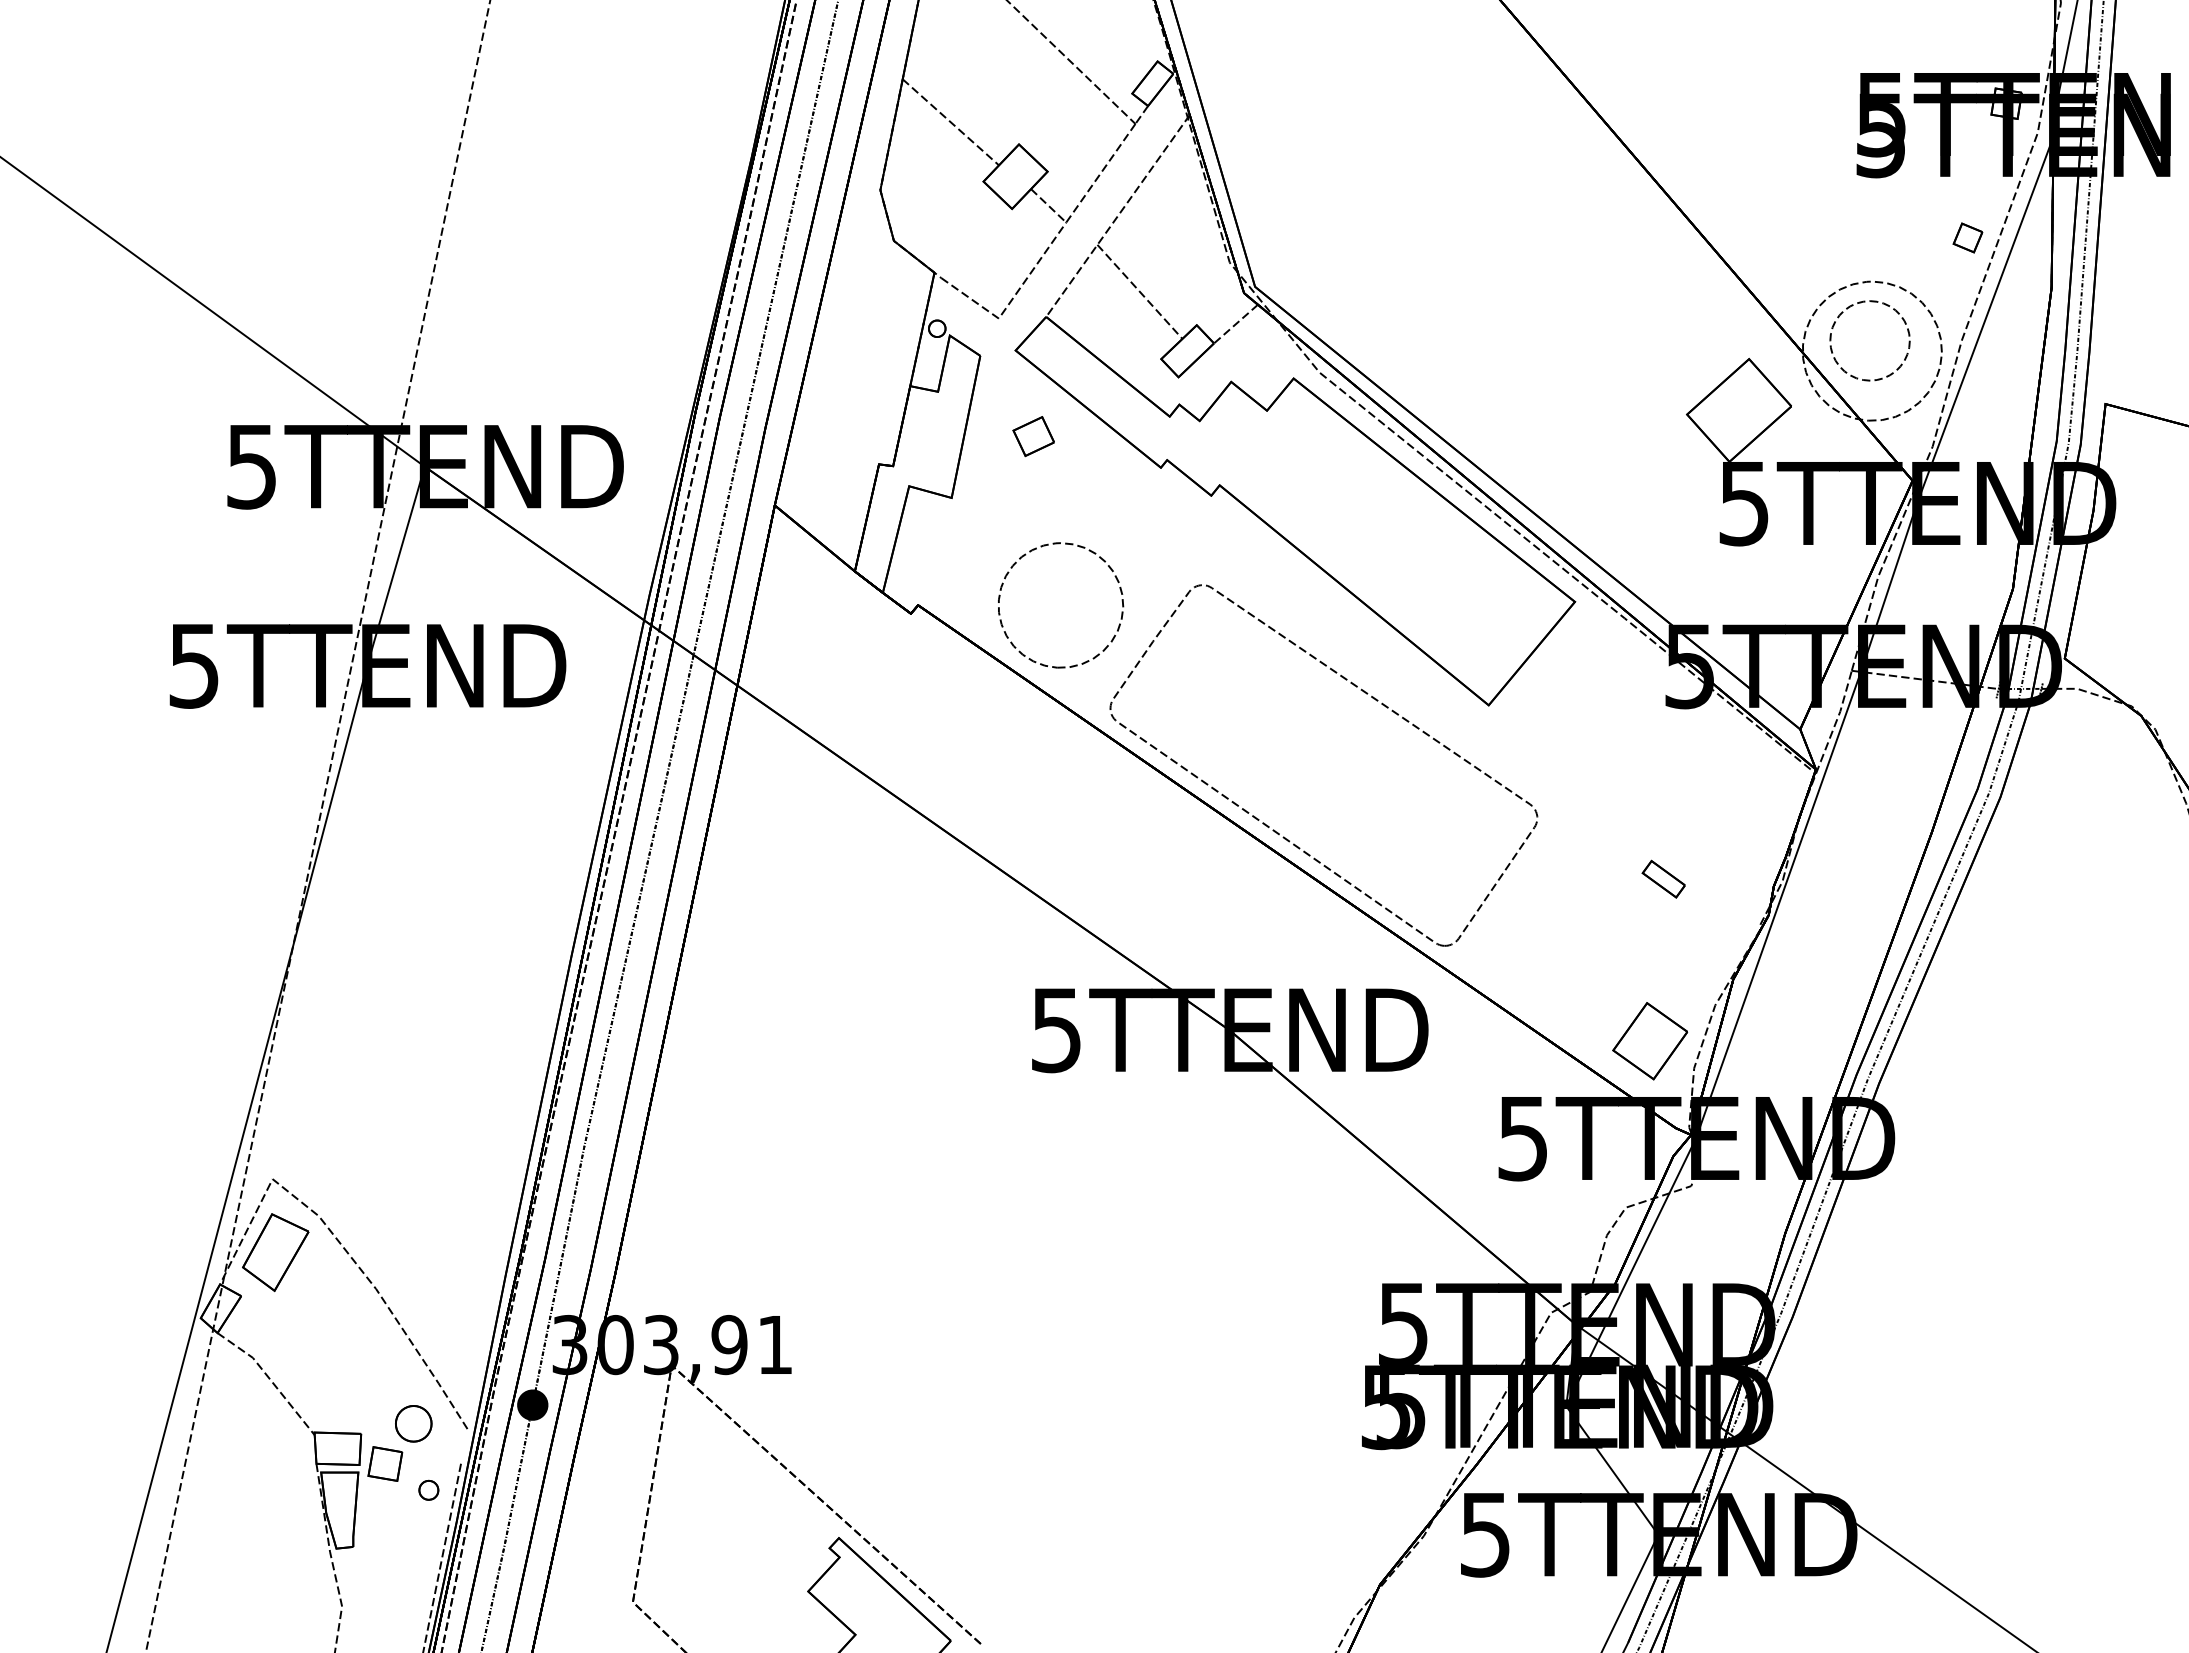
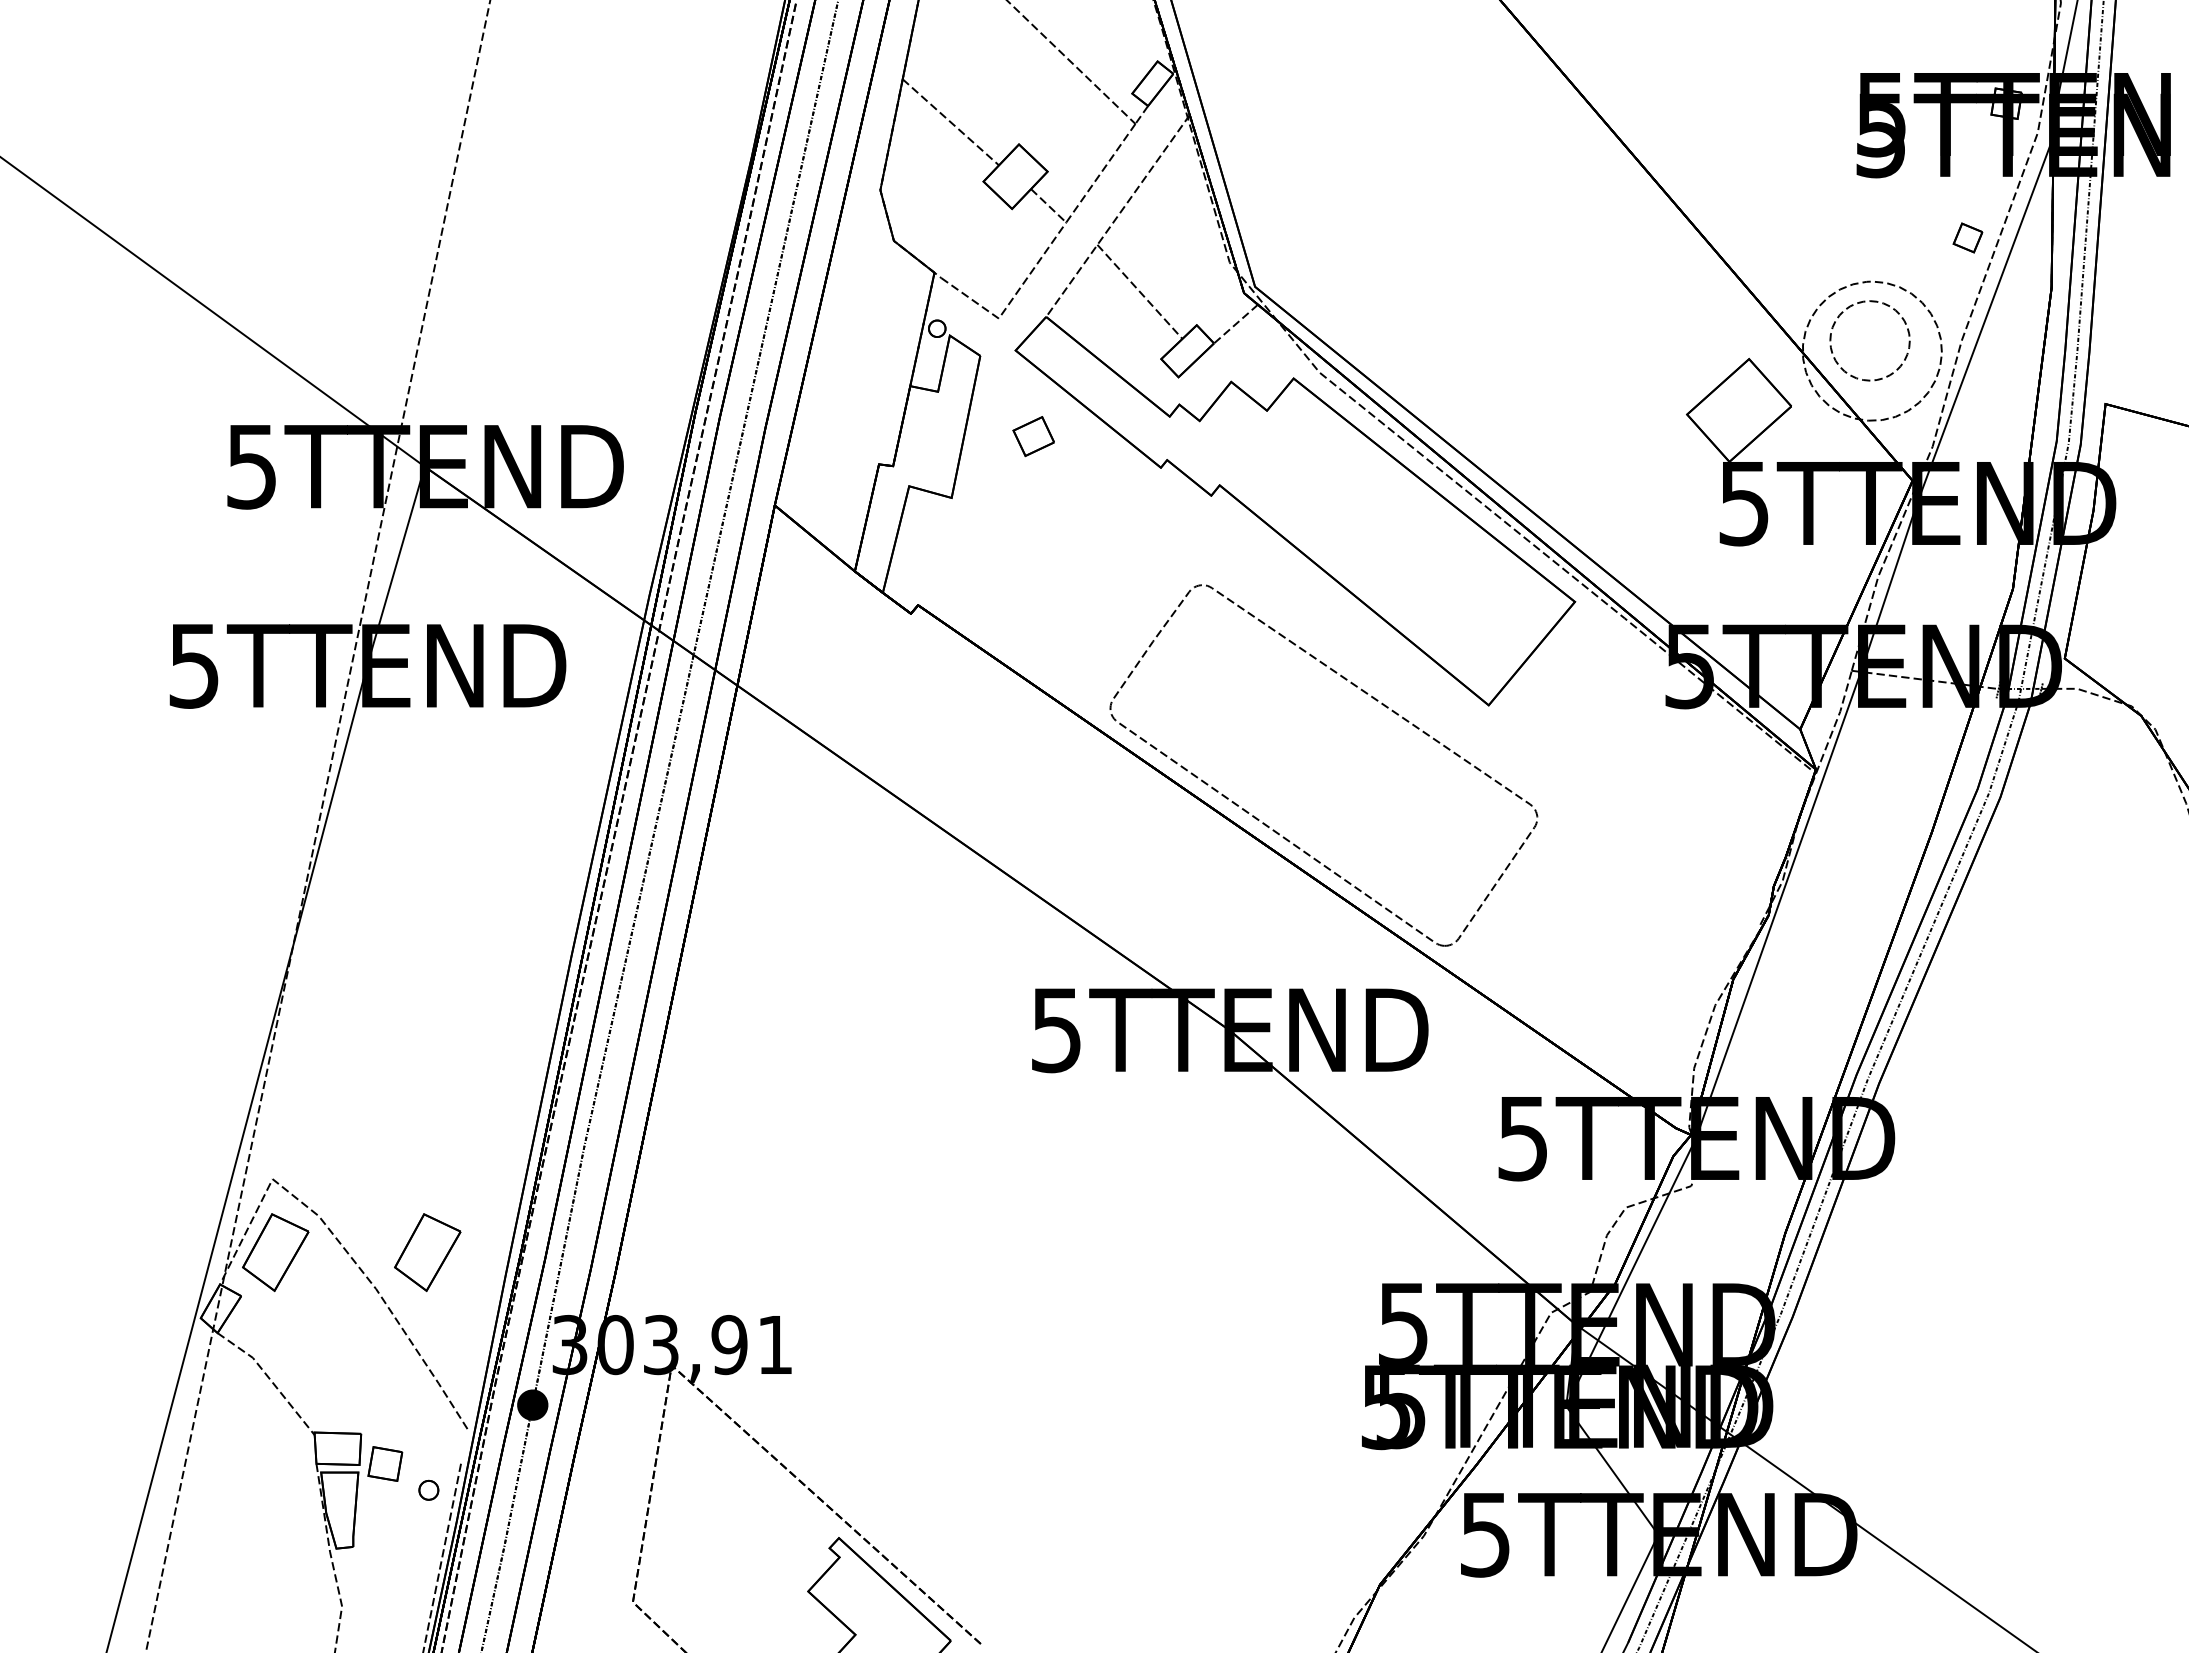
part at (1121, 600): present -> none
part at (1663, 878): present -> none
part at (1650, 1041): present -> none
part at (427, 1252): none -> present
part at (413, 1423): present -> none
